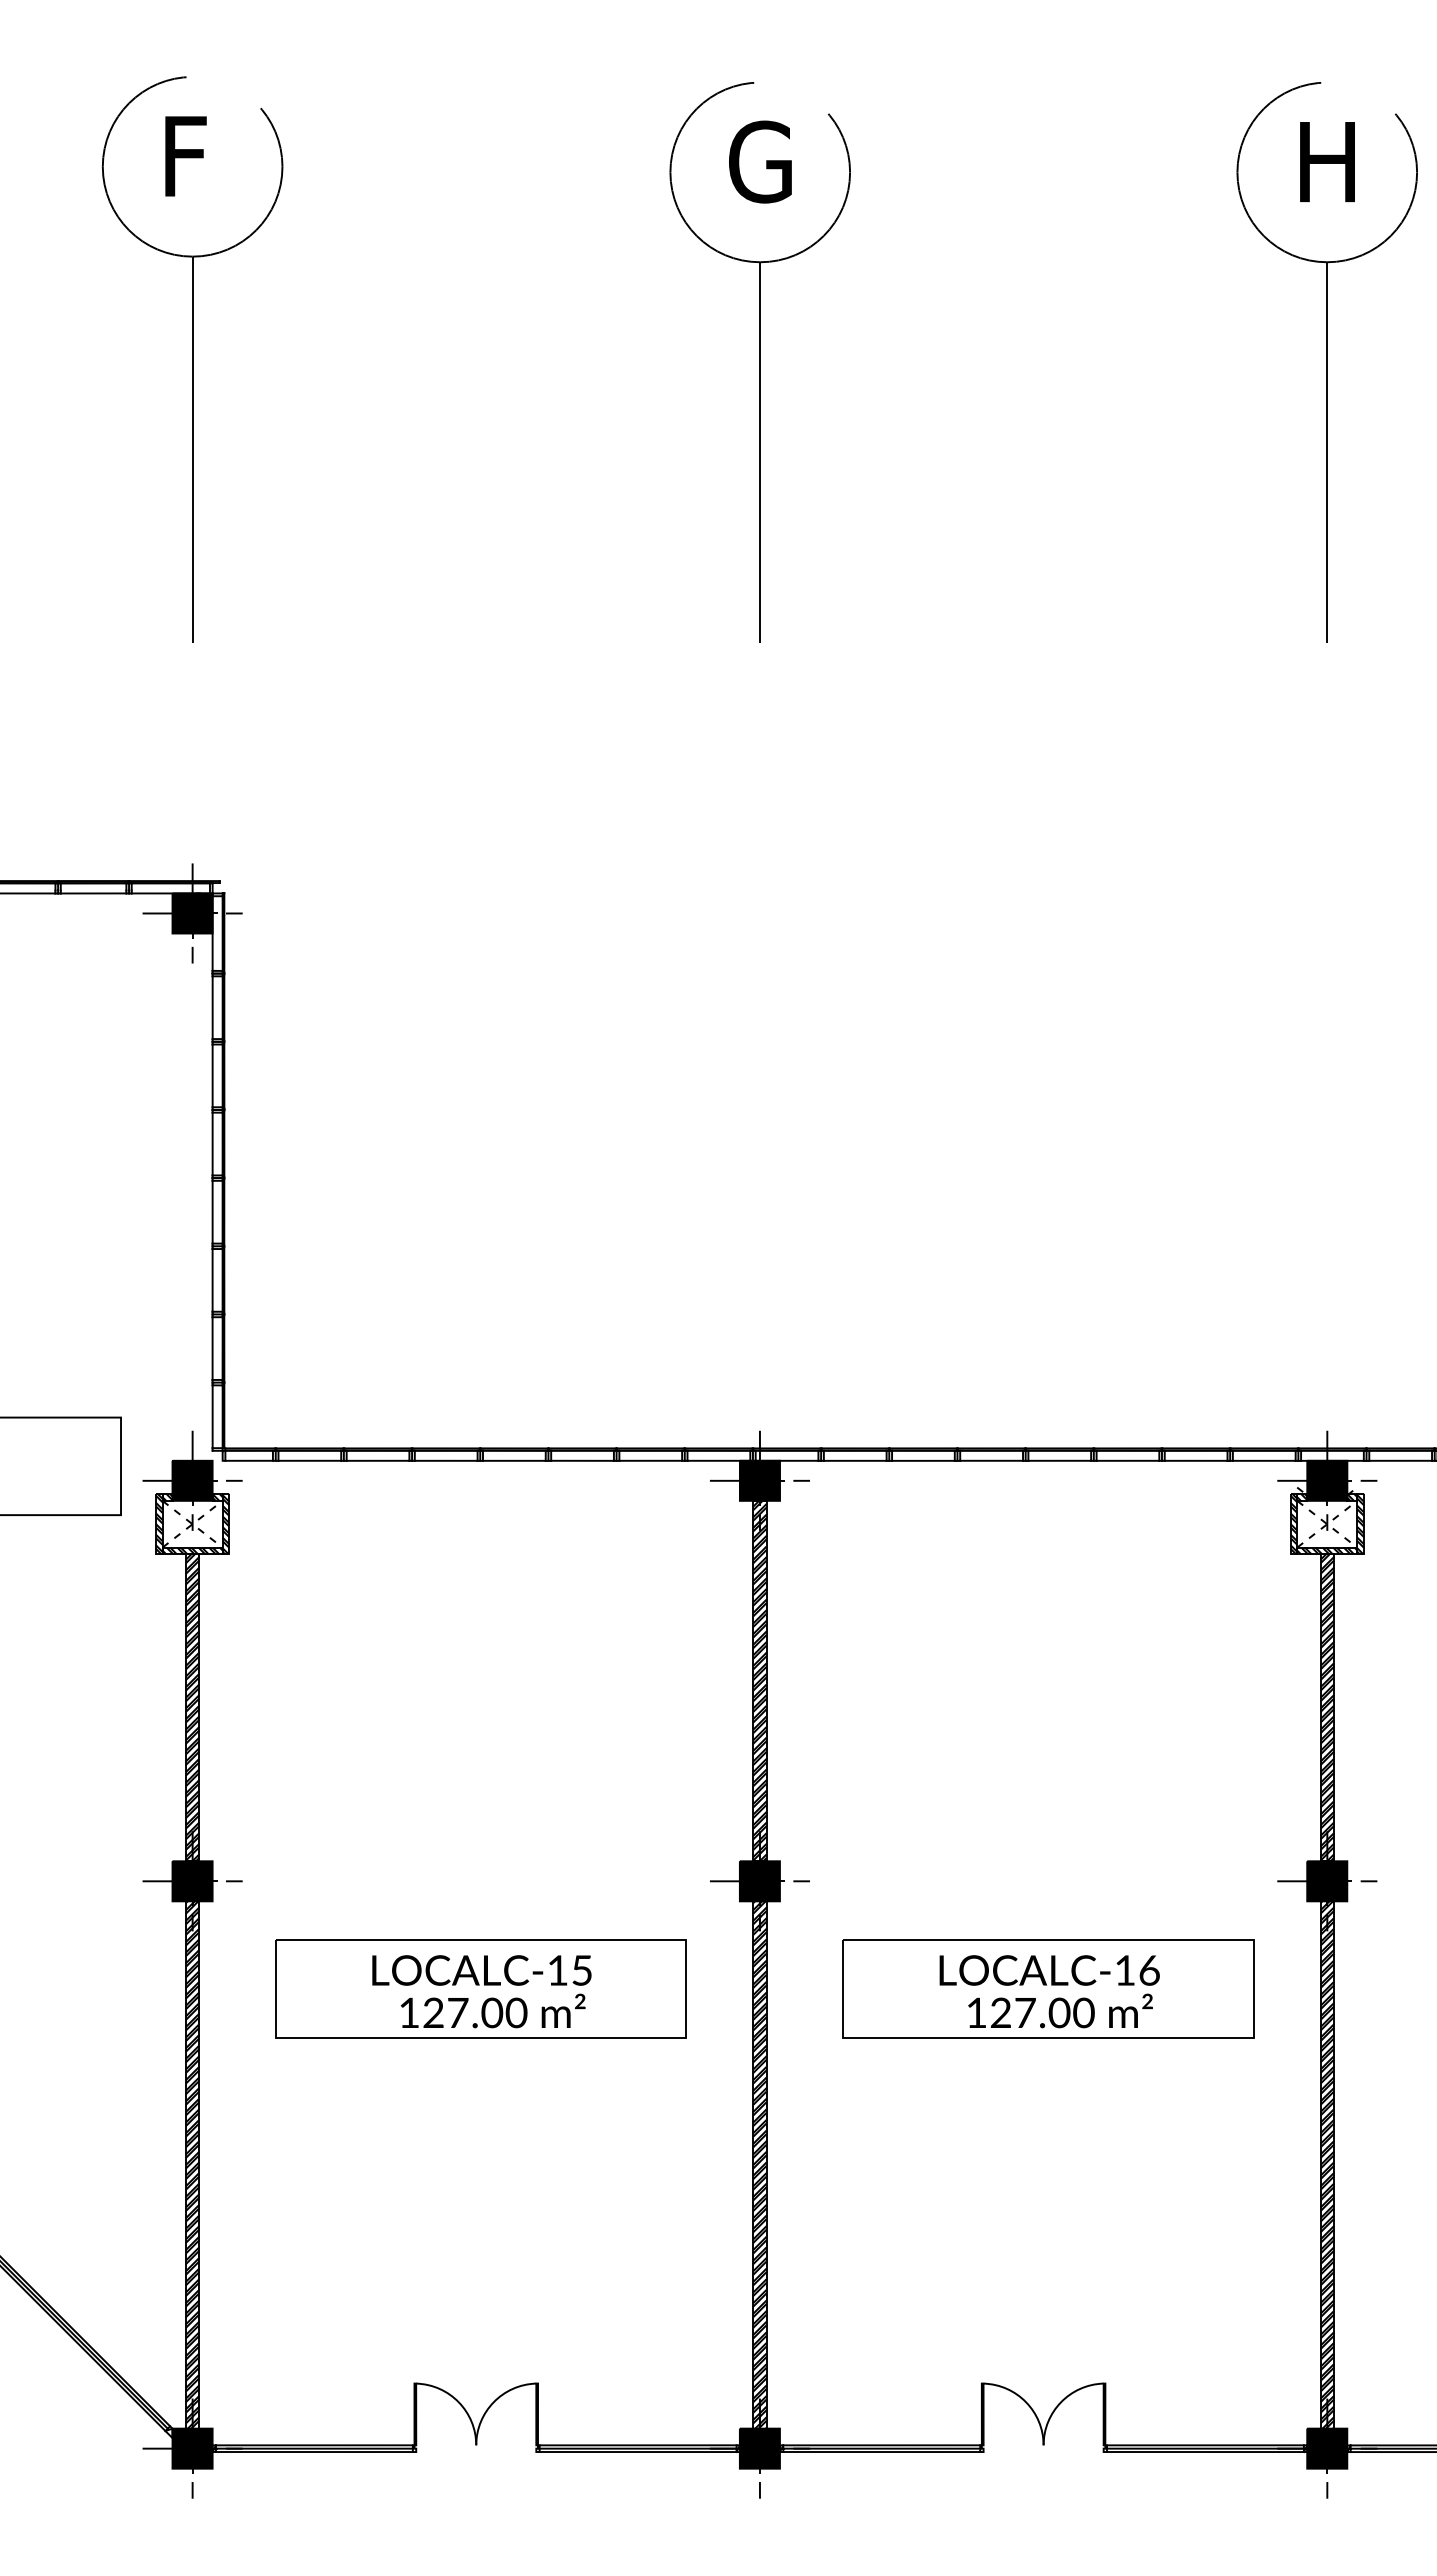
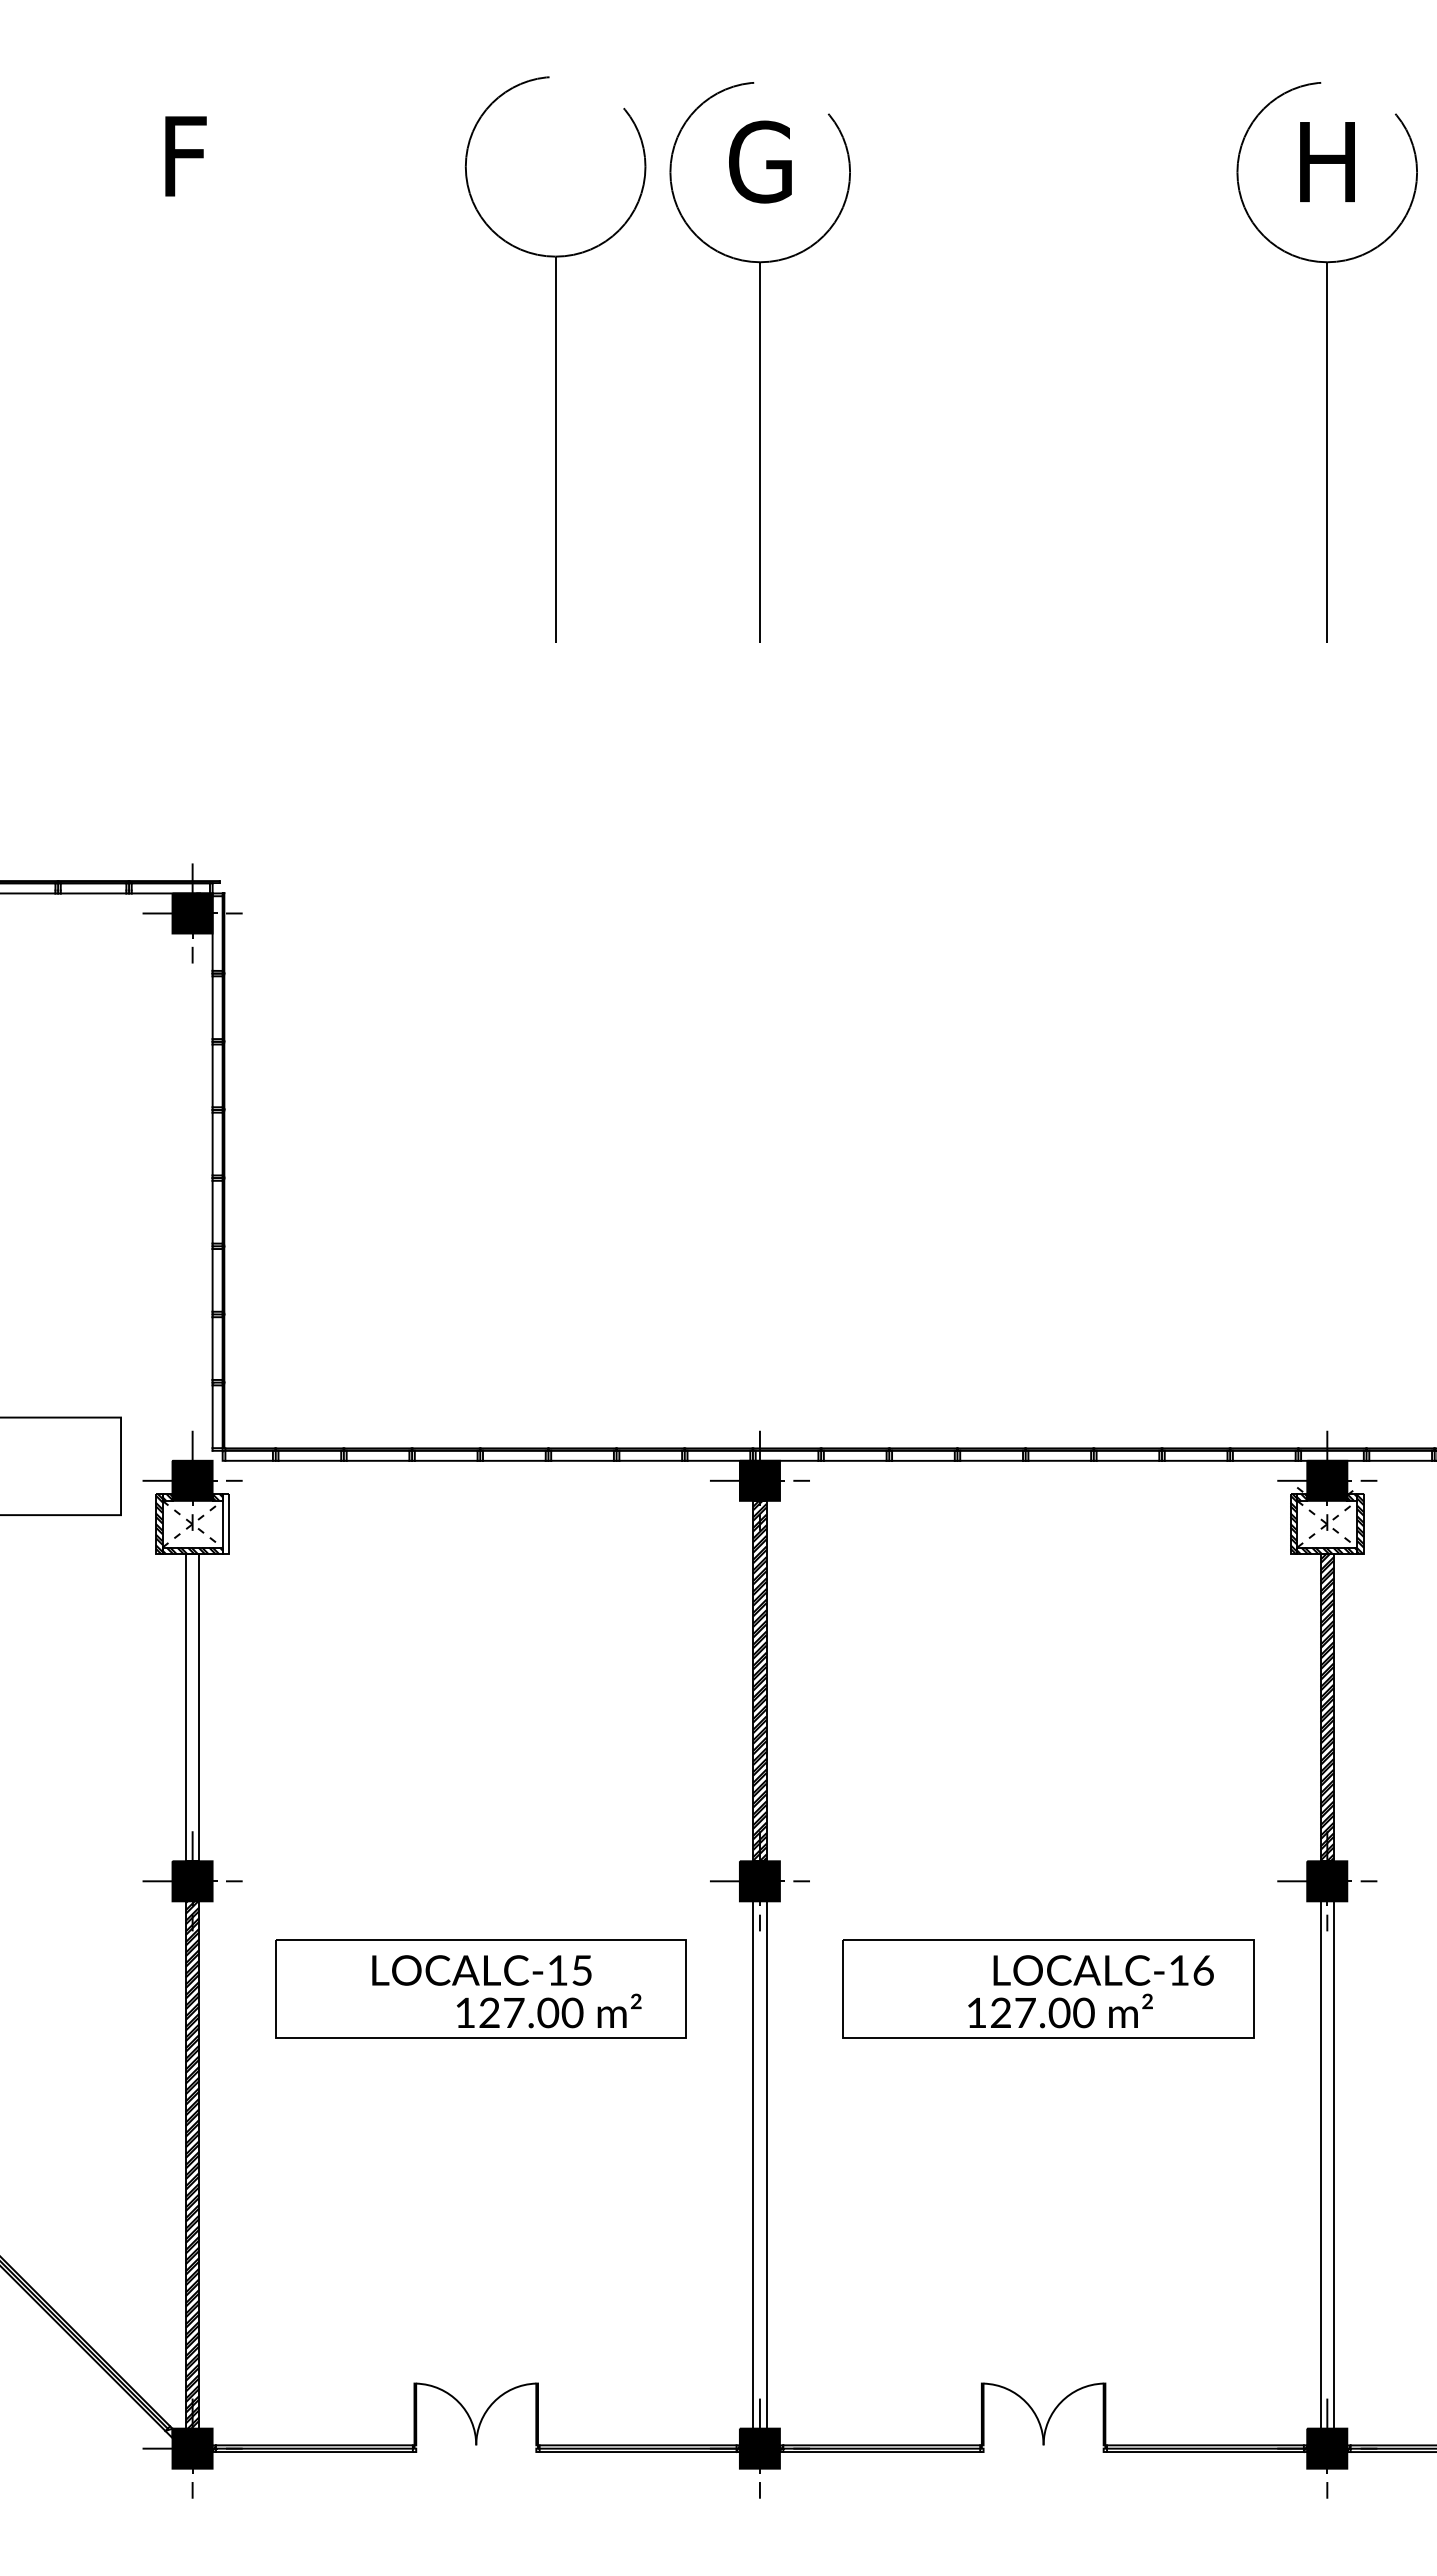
part at (192, 359) position: (192, 359) -> (555, 359)
hatch at (225, 1524): present -> none
hatch at (192, 1707): present -> none
text at (1049, 1970) position: (1049, 1970) -> (1103, 1970)
text at (492, 2010) position: (492, 2010) -> (548, 2010)
hatch at (759, 2164): present -> none
hatch at (1326, 2164): present -> none
